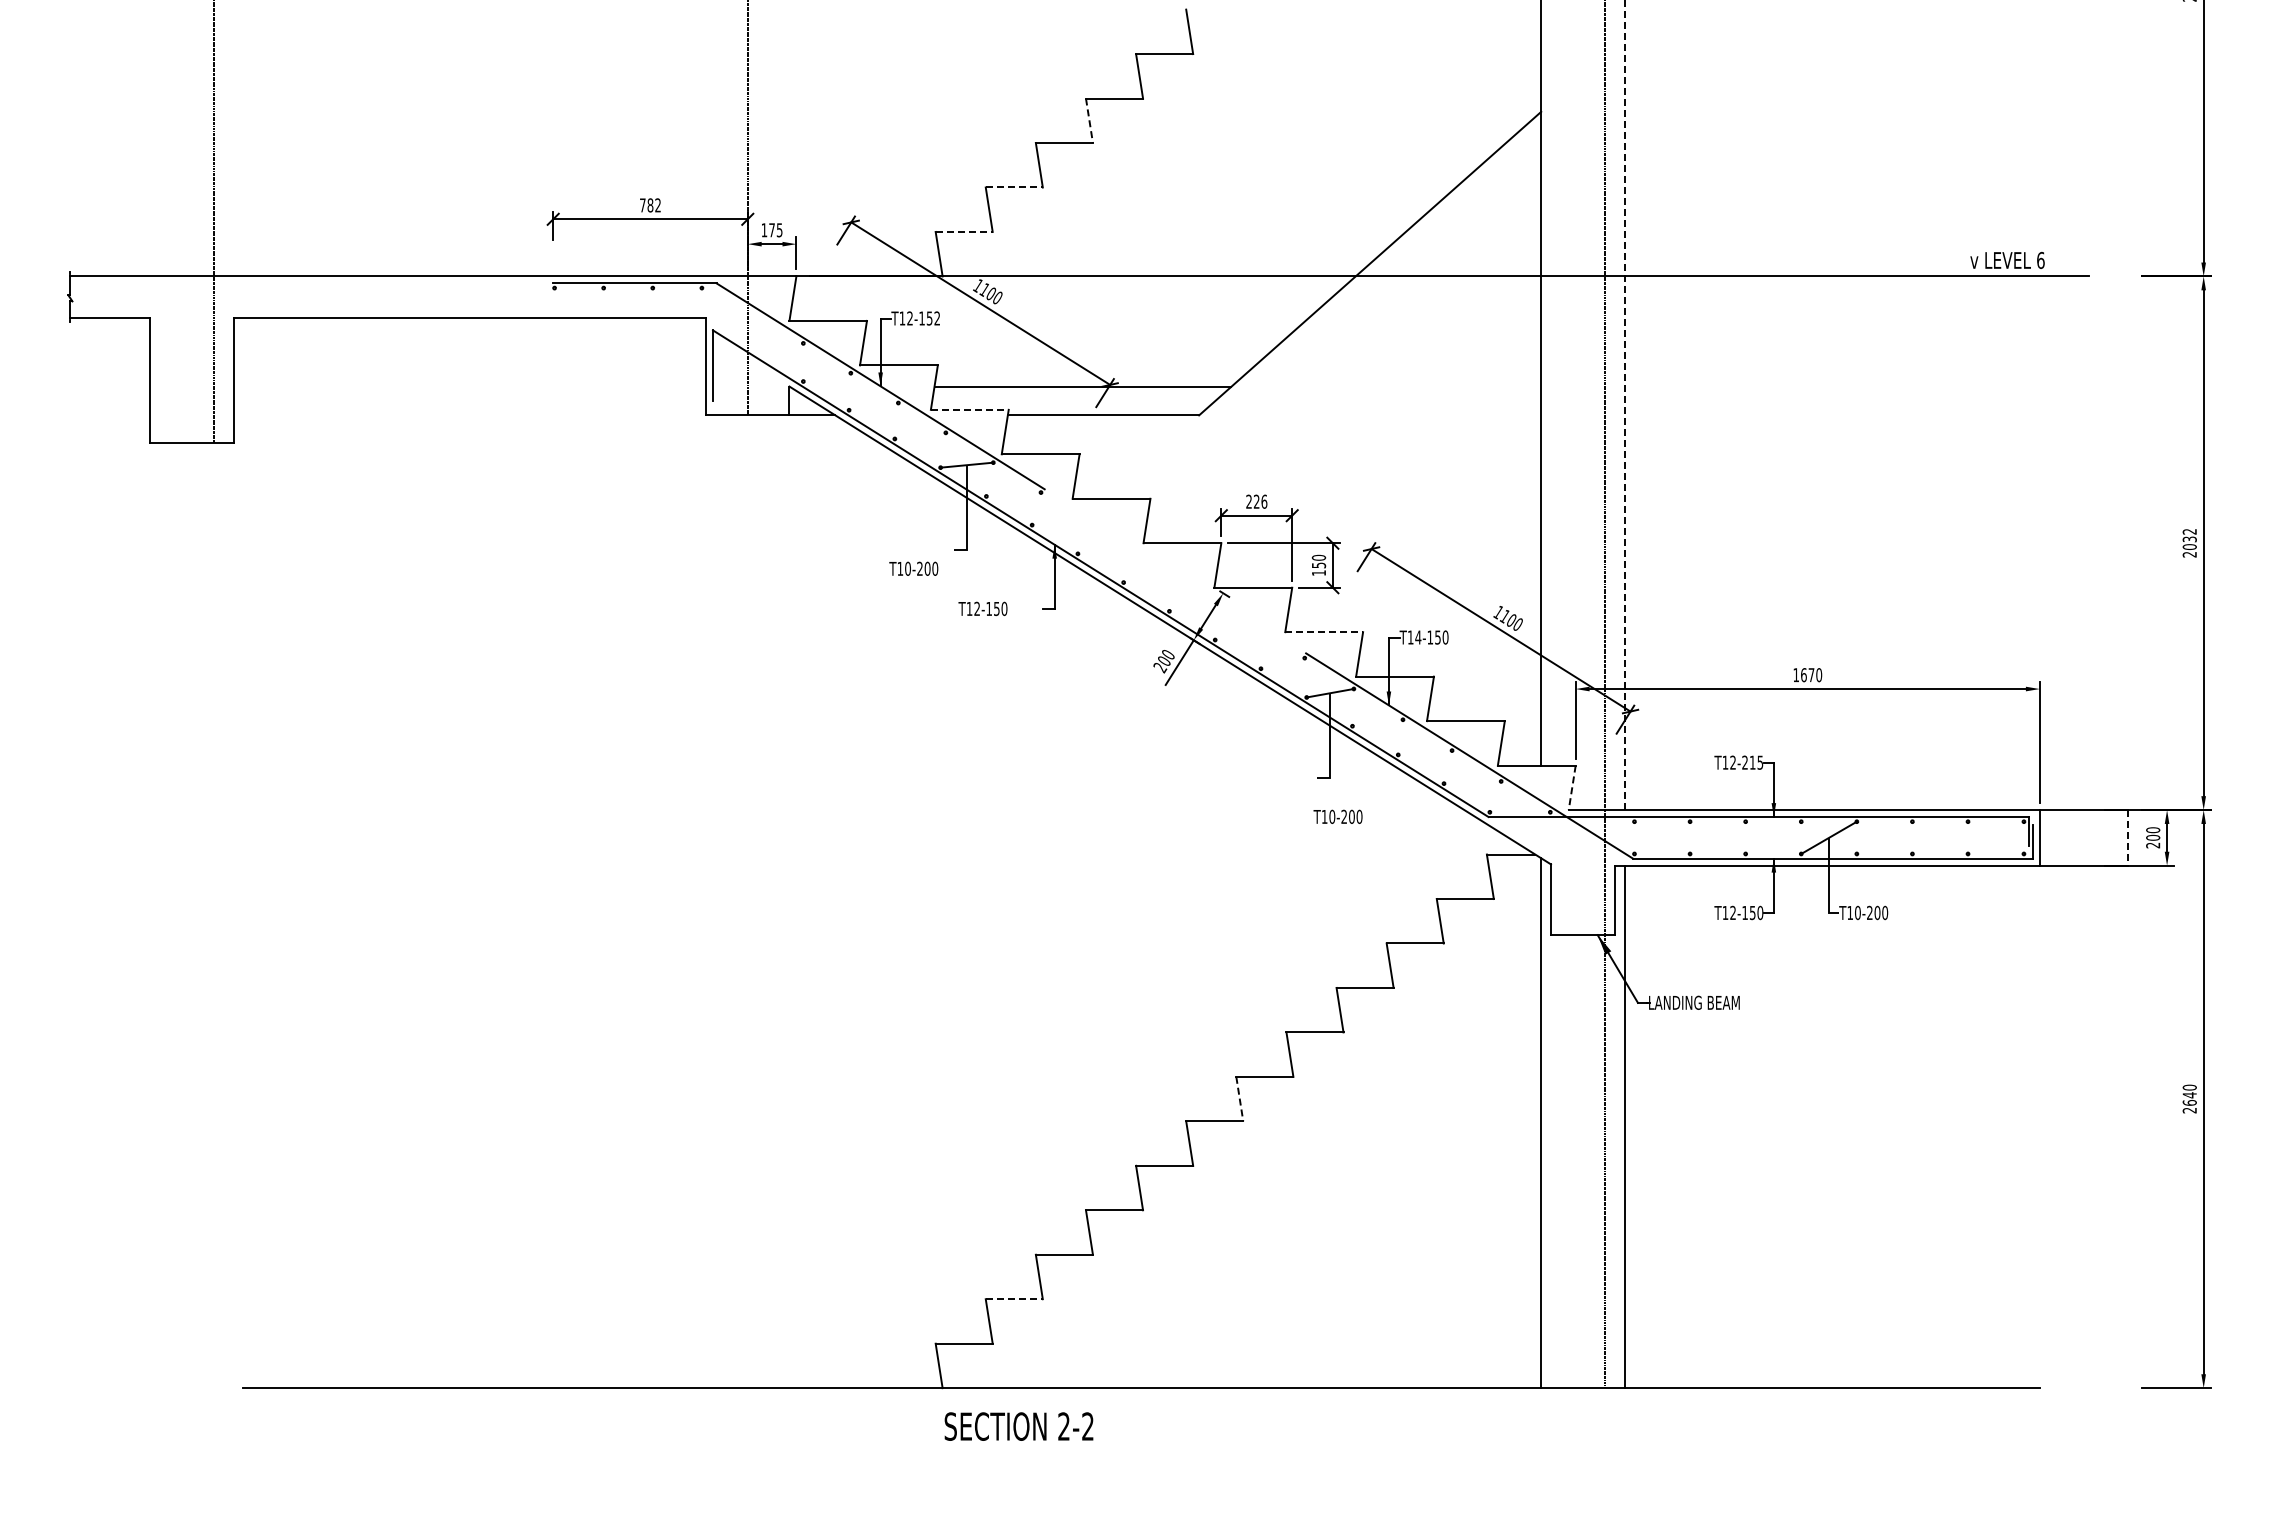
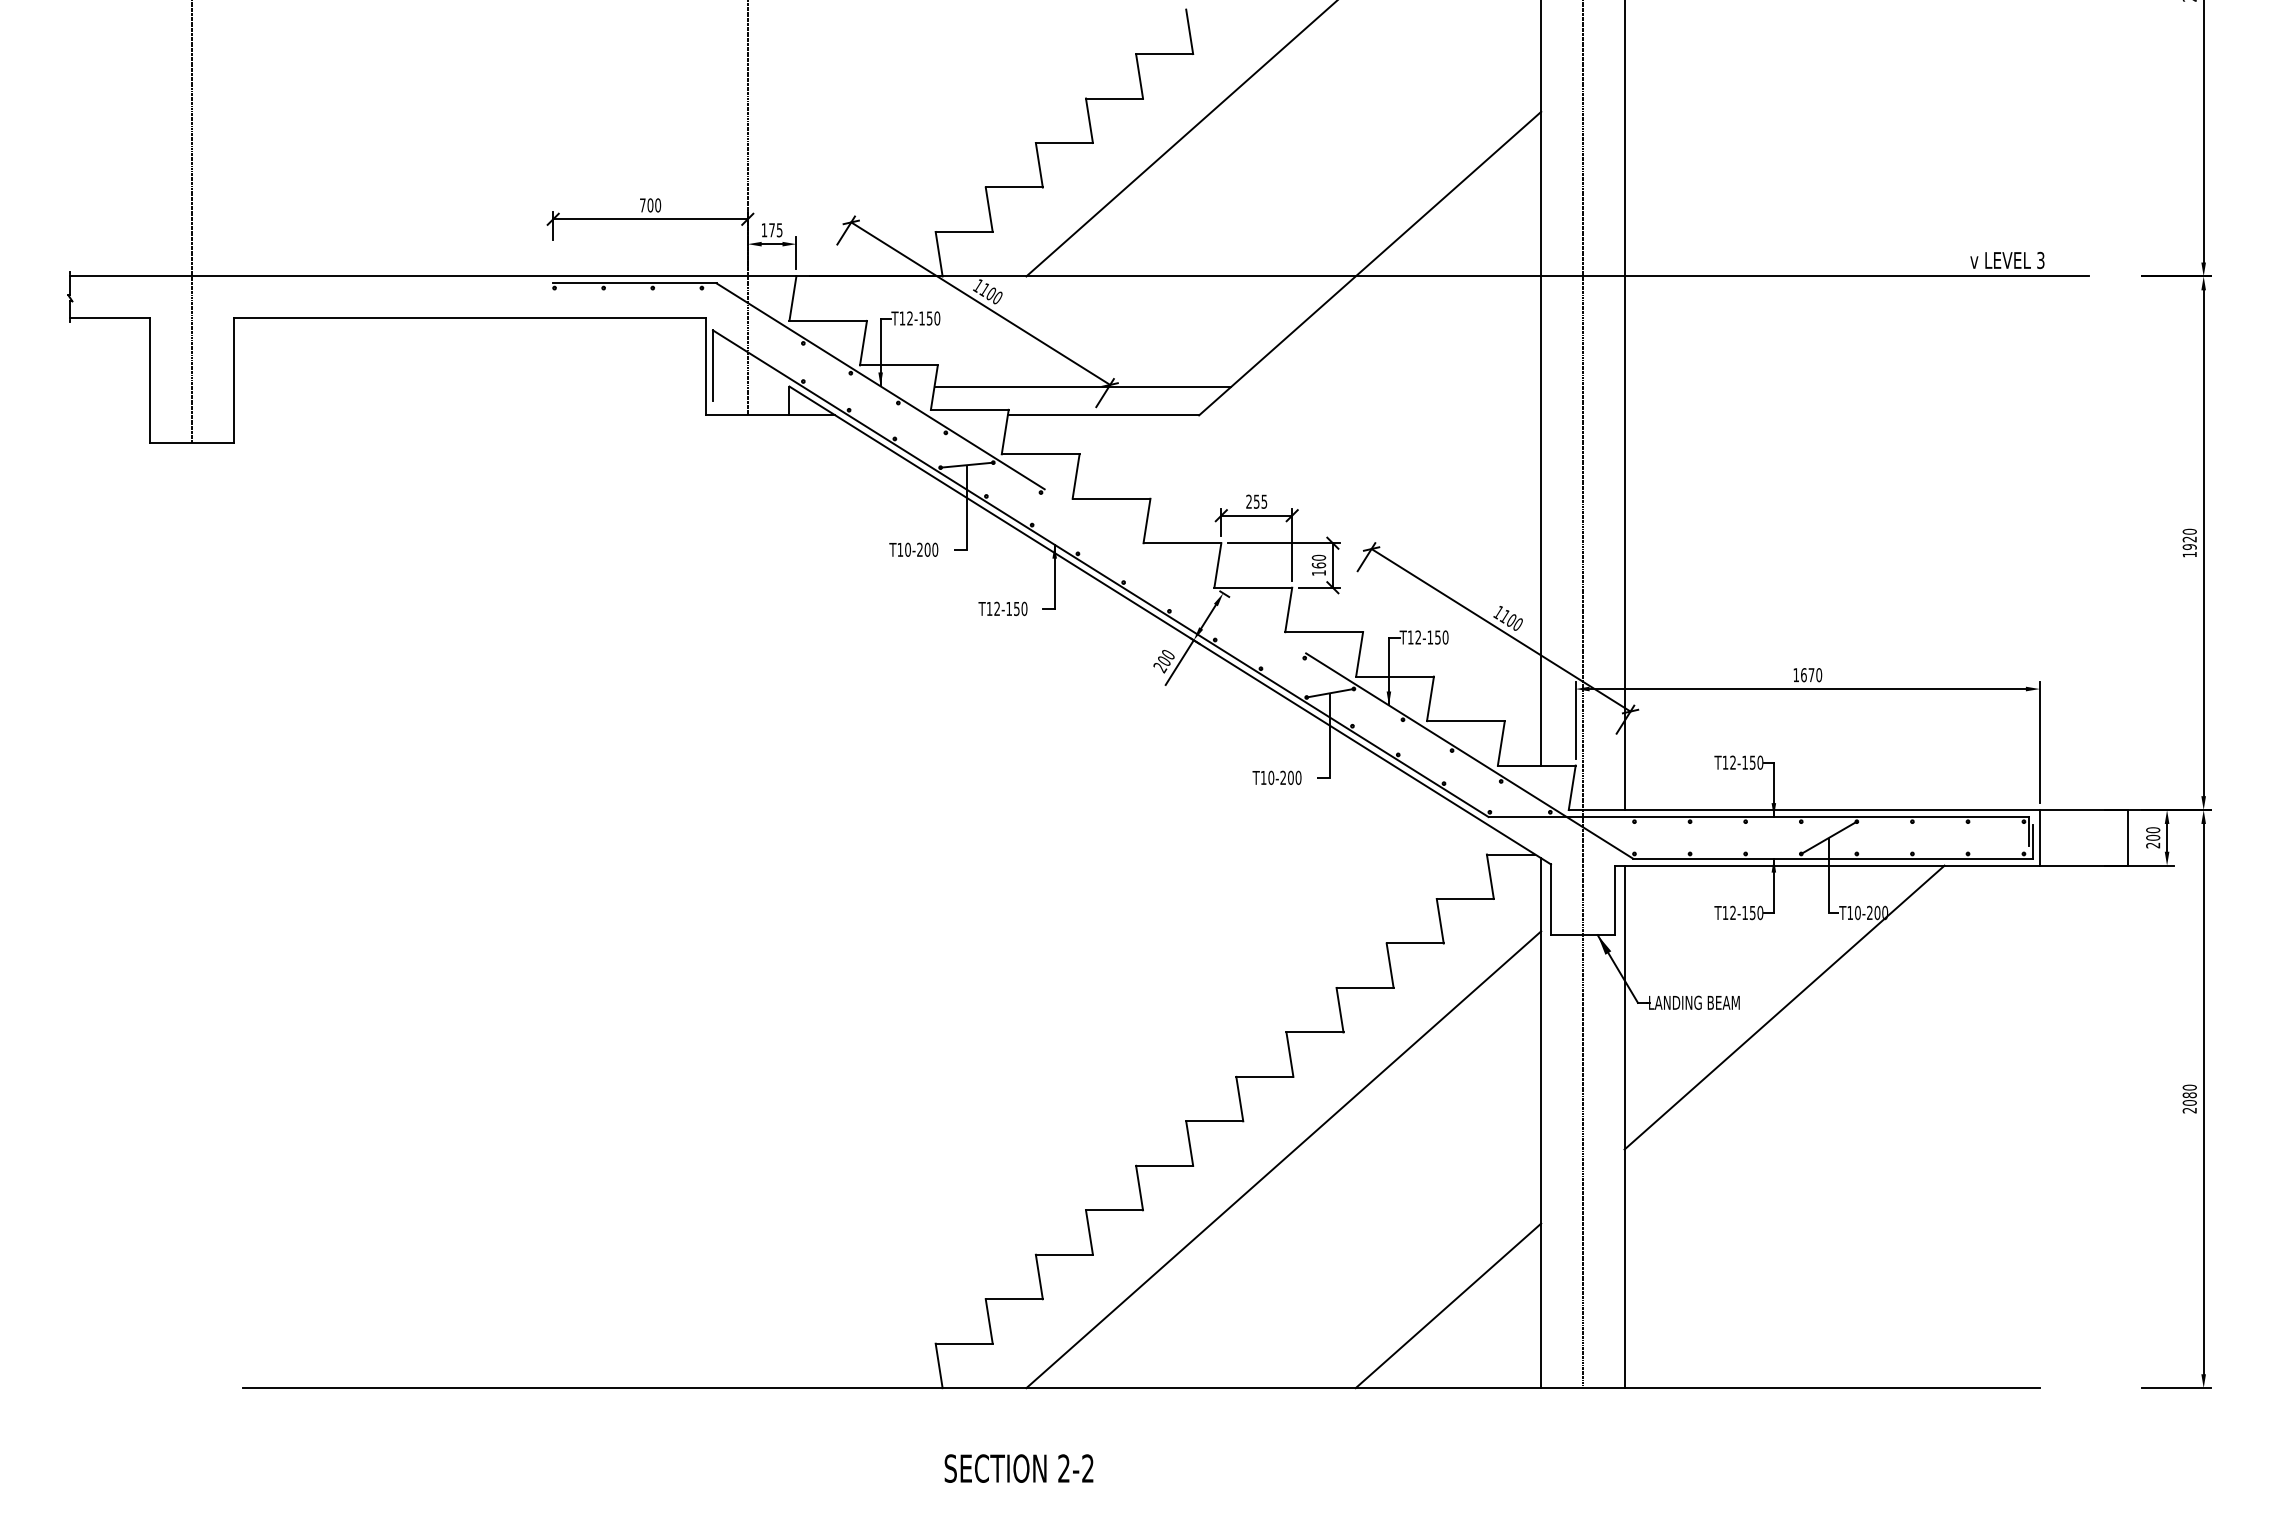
line at (1089, 120): dashed -> solid
line at (1180, 139): none -> present
line at (1014, 187): dashed -> solid
text at (654, 205): 782 -> 700
line at (213, 222) position: (213, 222) -> (191, 222)
line at (964, 231): dashed -> solid
text at (2040, 259): 6 -> 3
text at (937, 318): T12-152 -> T12-150
line at (1624, 405): dashed -> solid
line at (969, 409): dashed -> solid
text at (1260, 501): 226 -> 255
text at (2189, 542): 2032 -> 1920
text at (1318, 565): 150 -> 160
text at (913, 568) position: (913, 568) -> (913, 549)
text at (982, 608) position: (982, 608) -> (1002, 608)
line at (1324, 632): dashed -> solid
text at (1418, 637): T14-150 -> T12-150
line at (1604, 695) position: (1604, 695) -> (1582, 695)
text at (1752, 762): T12-215 -> T12-150
line at (1572, 787): dashed -> solid
text at (1337, 816) position: (1337, 816) -> (1276, 777)
line at (2128, 837): dashed -> solid
line at (1784, 1007): none -> present
text at (2189, 1098): 2640 -> 2080
line at (1239, 1099): dashed -> solid
line at (1283, 1159): none -> present
line at (1014, 1299): dashed -> solid
line at (1448, 1305): none -> present
text at (1018, 1426) position: (1018, 1426) -> (1018, 1468)
